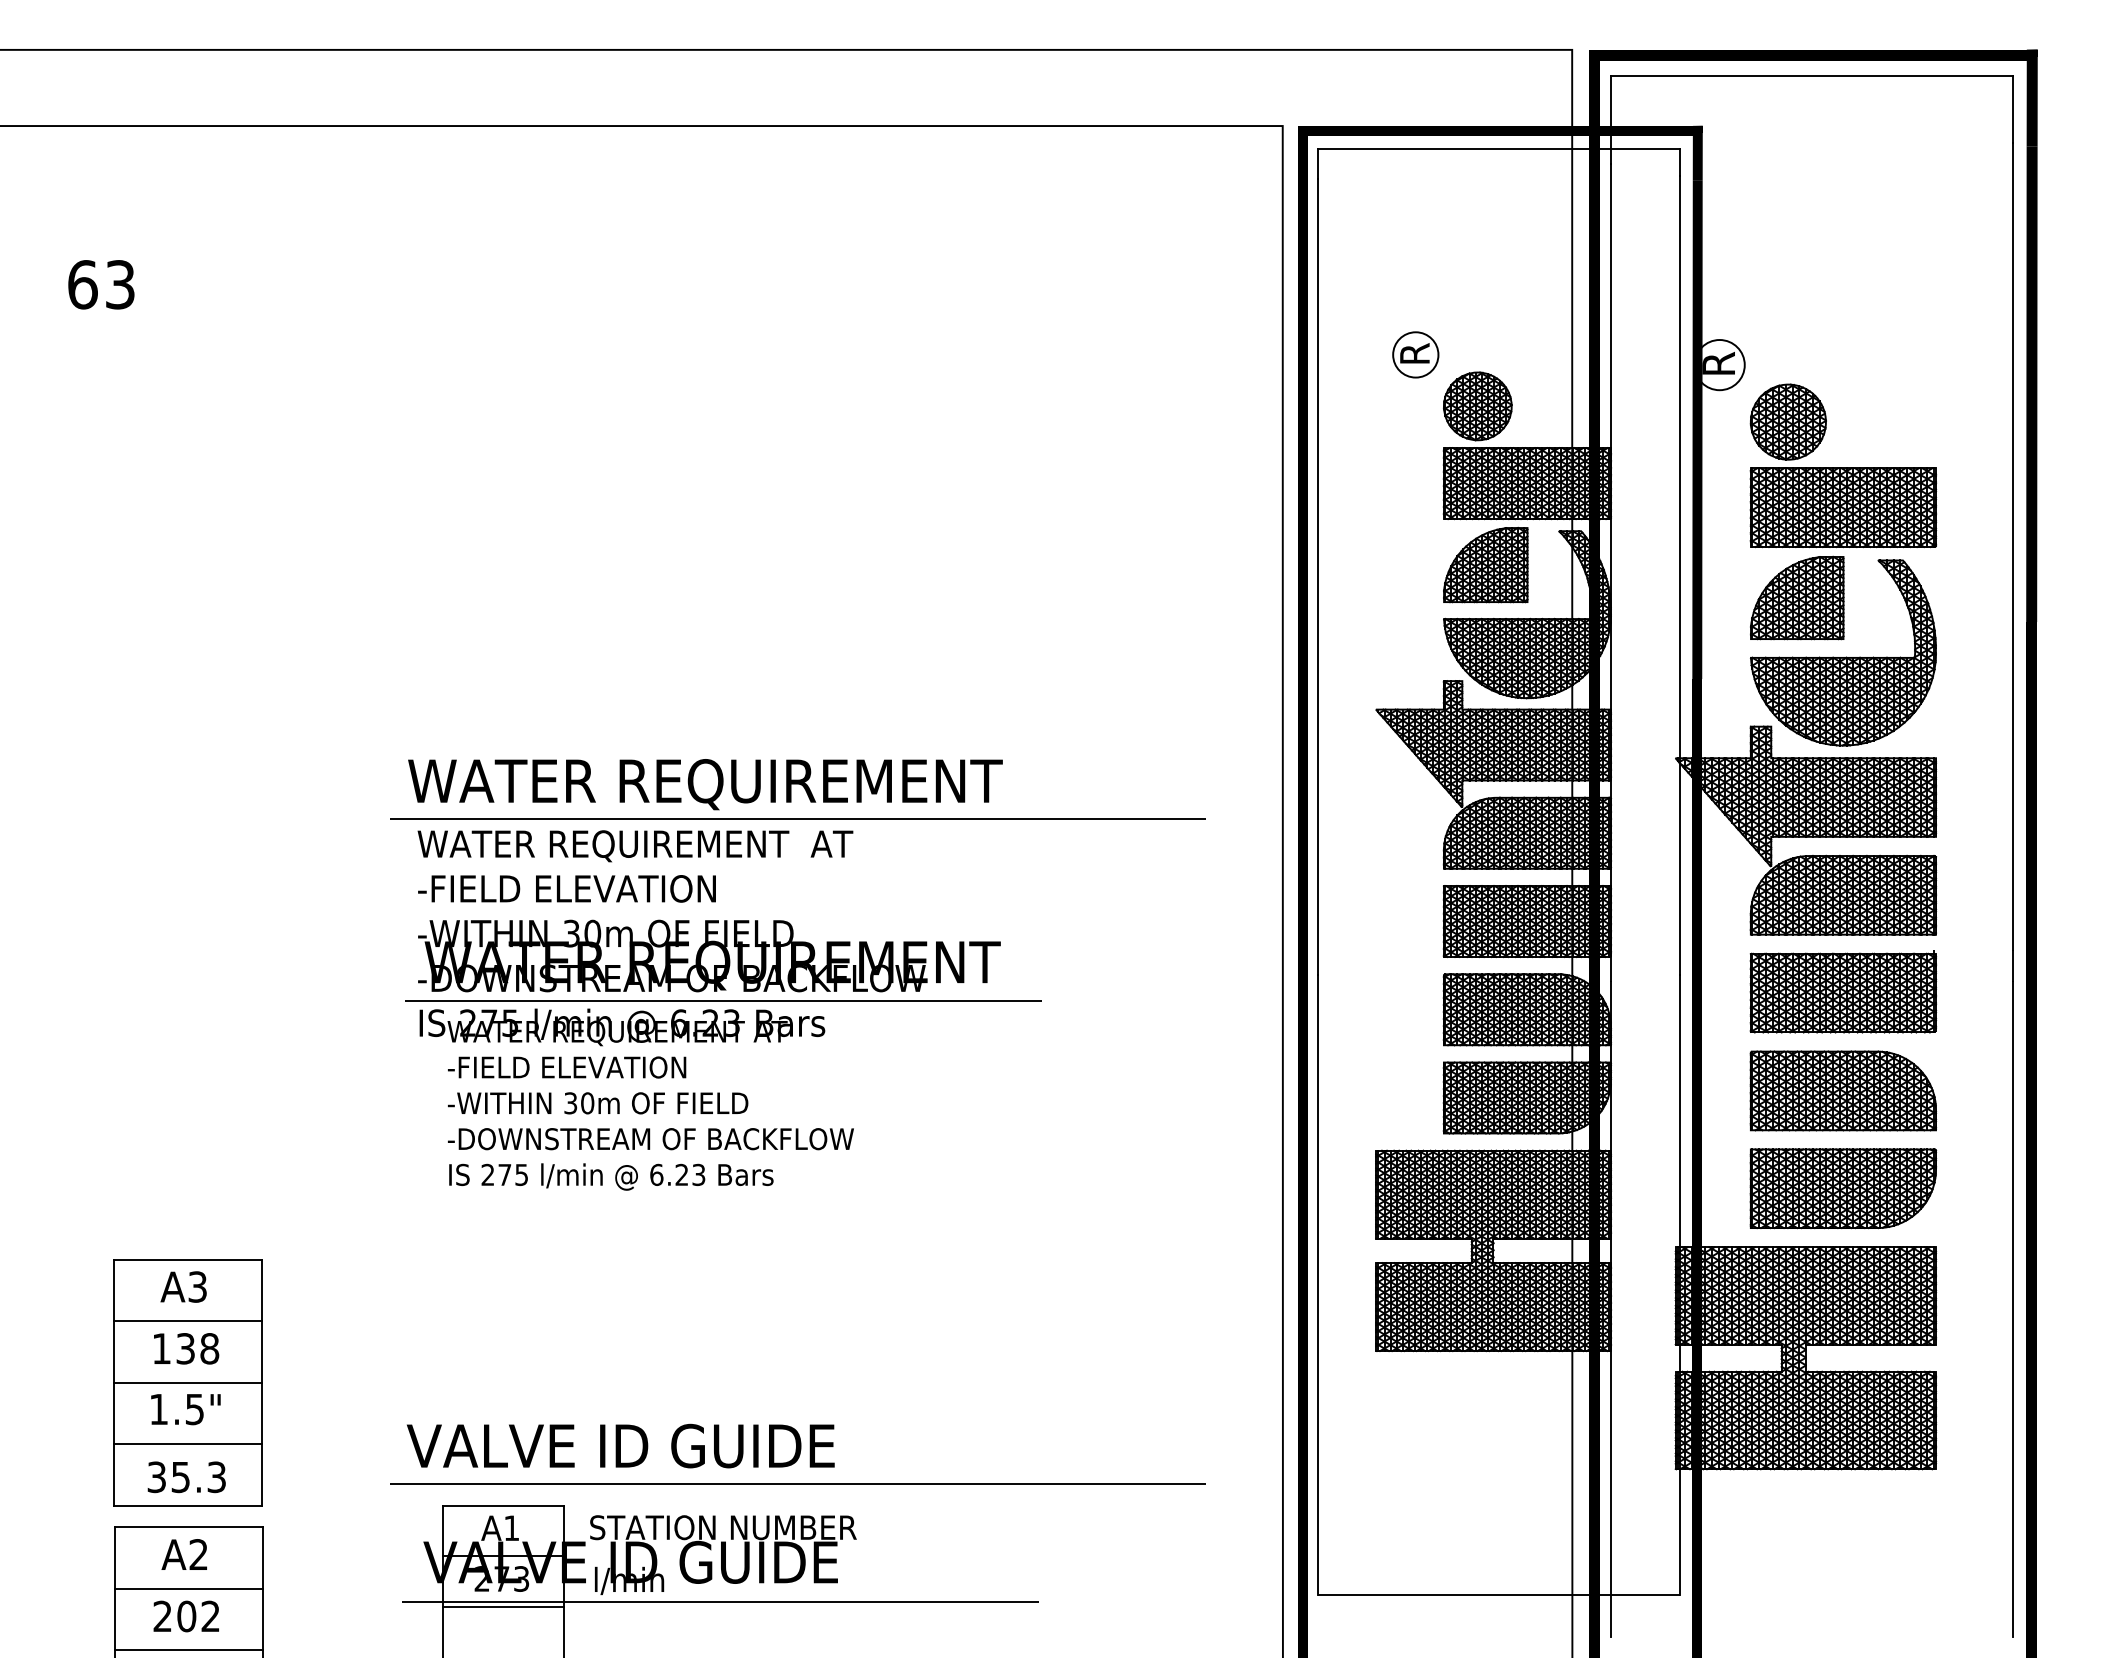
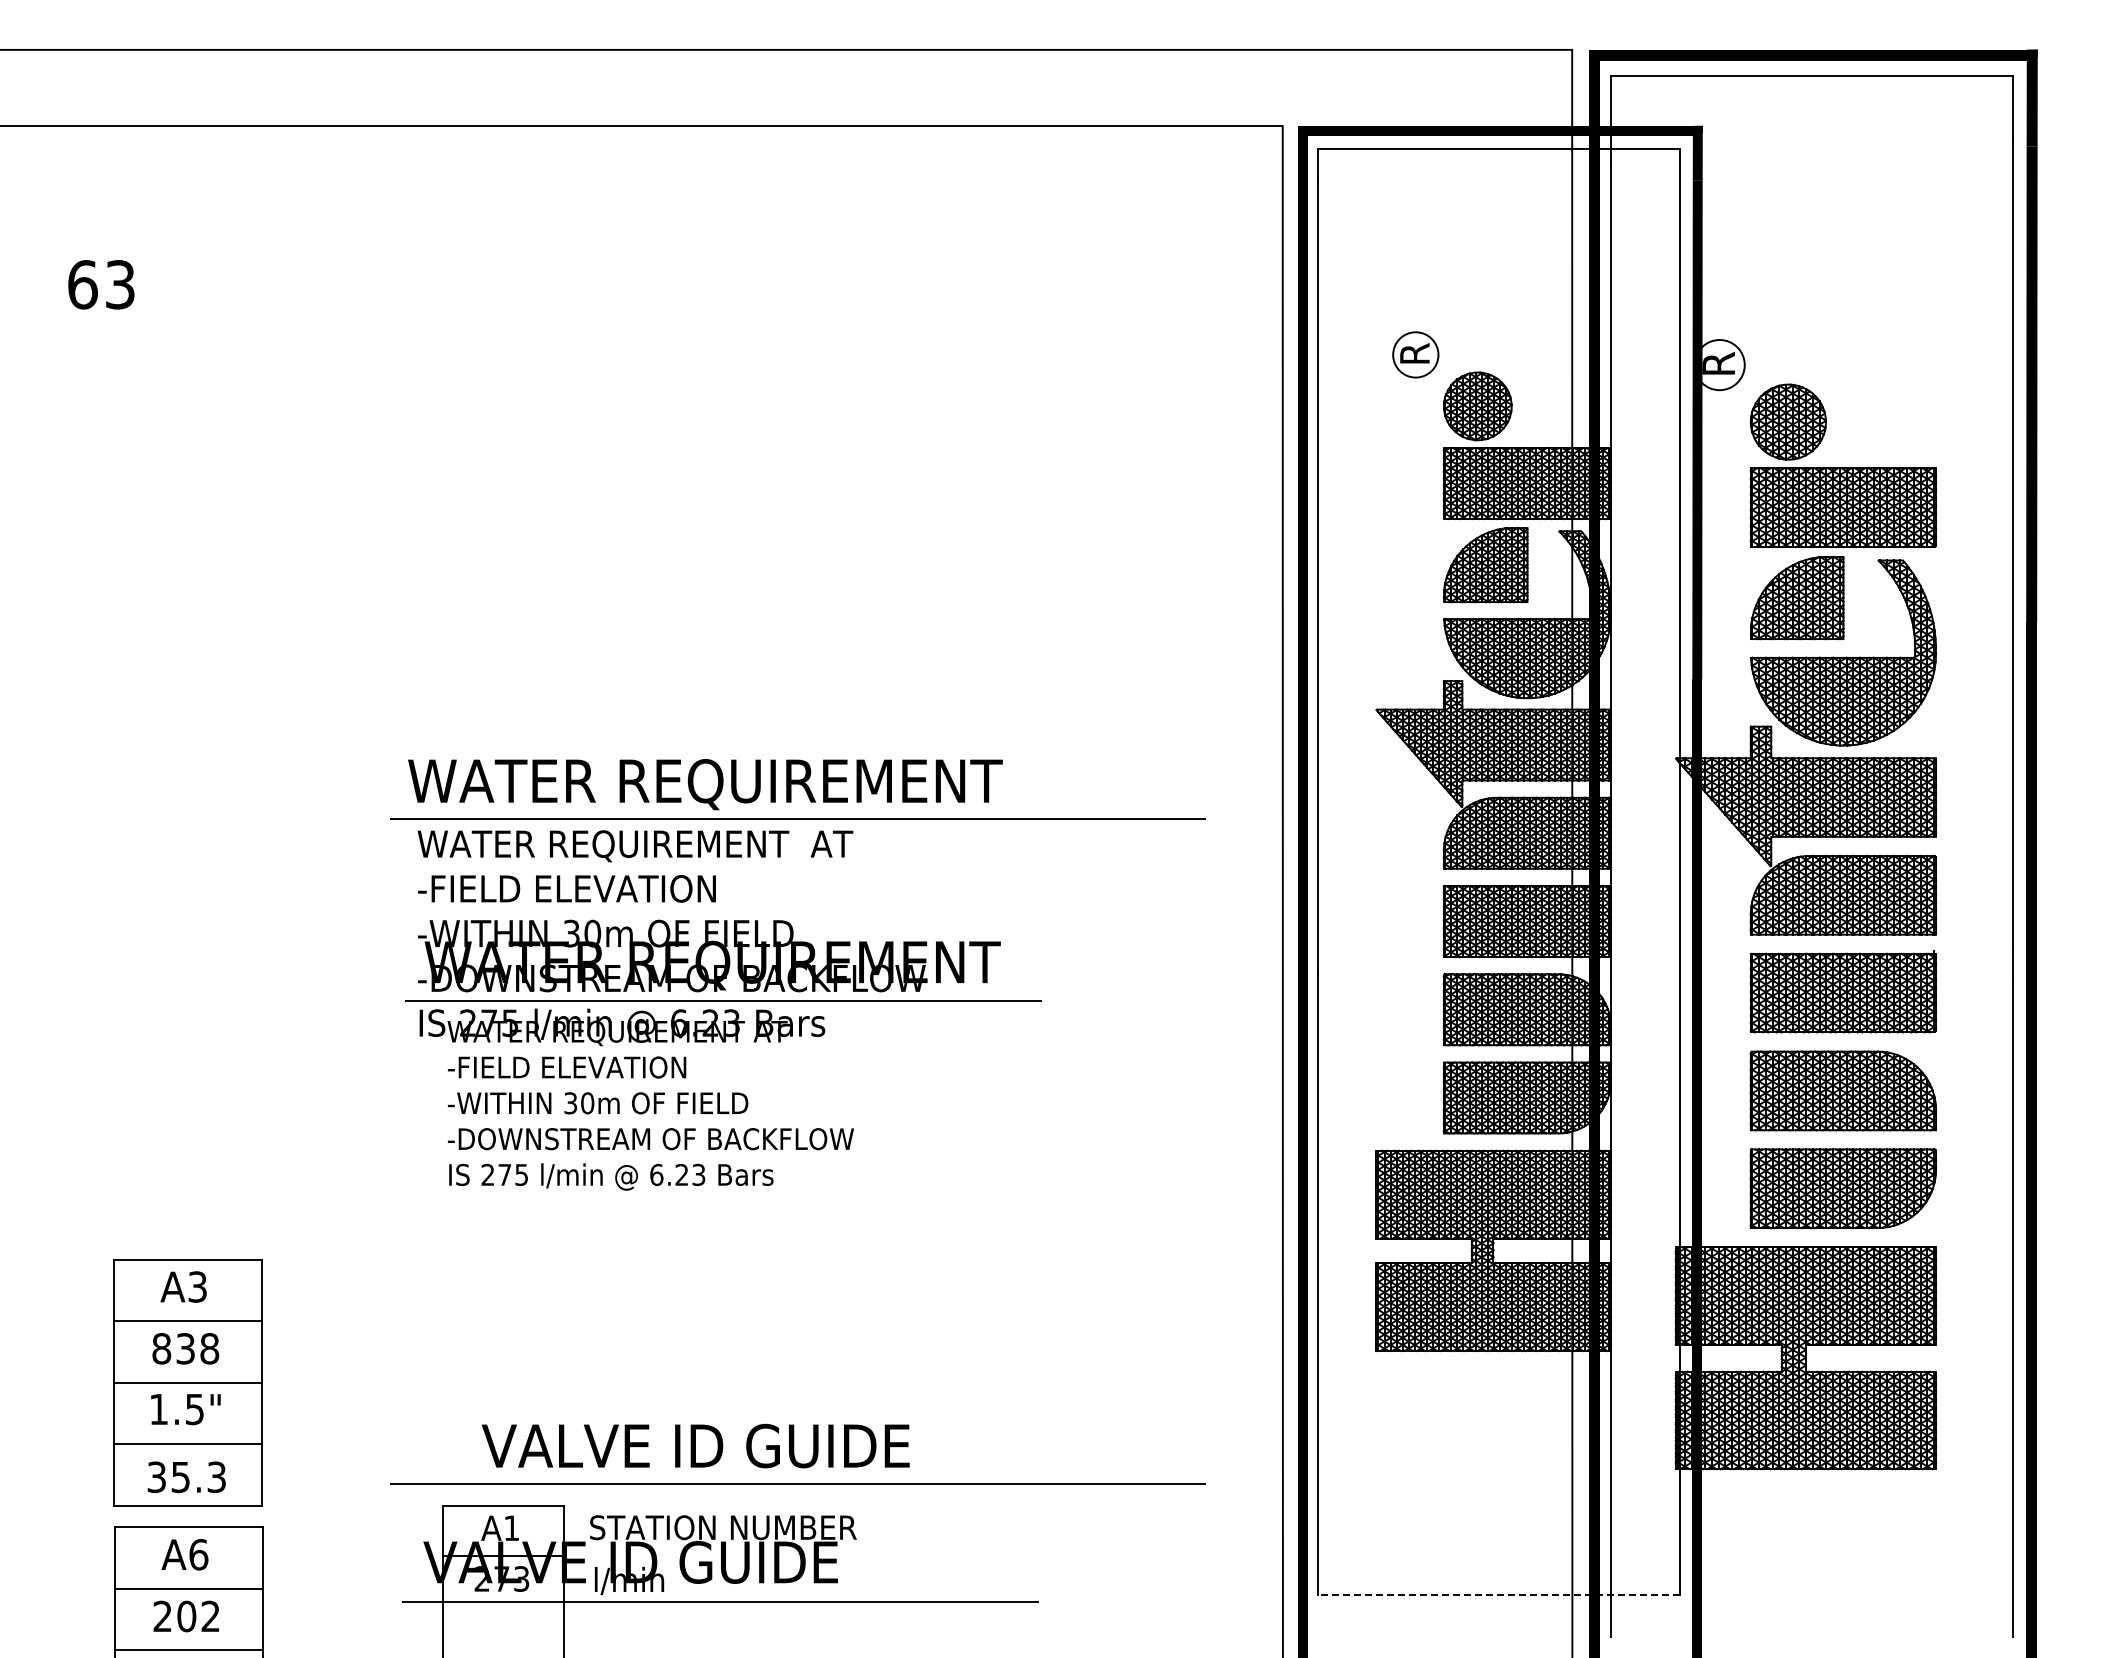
text at (161, 1348): 138 -> 838
text at (620, 1445) position: (620, 1445) -> (695, 1445)
text at (198, 1554): A2 -> A6
line at (1498, 1594): solid -> dashed
line at (503, 1606): present -> none
